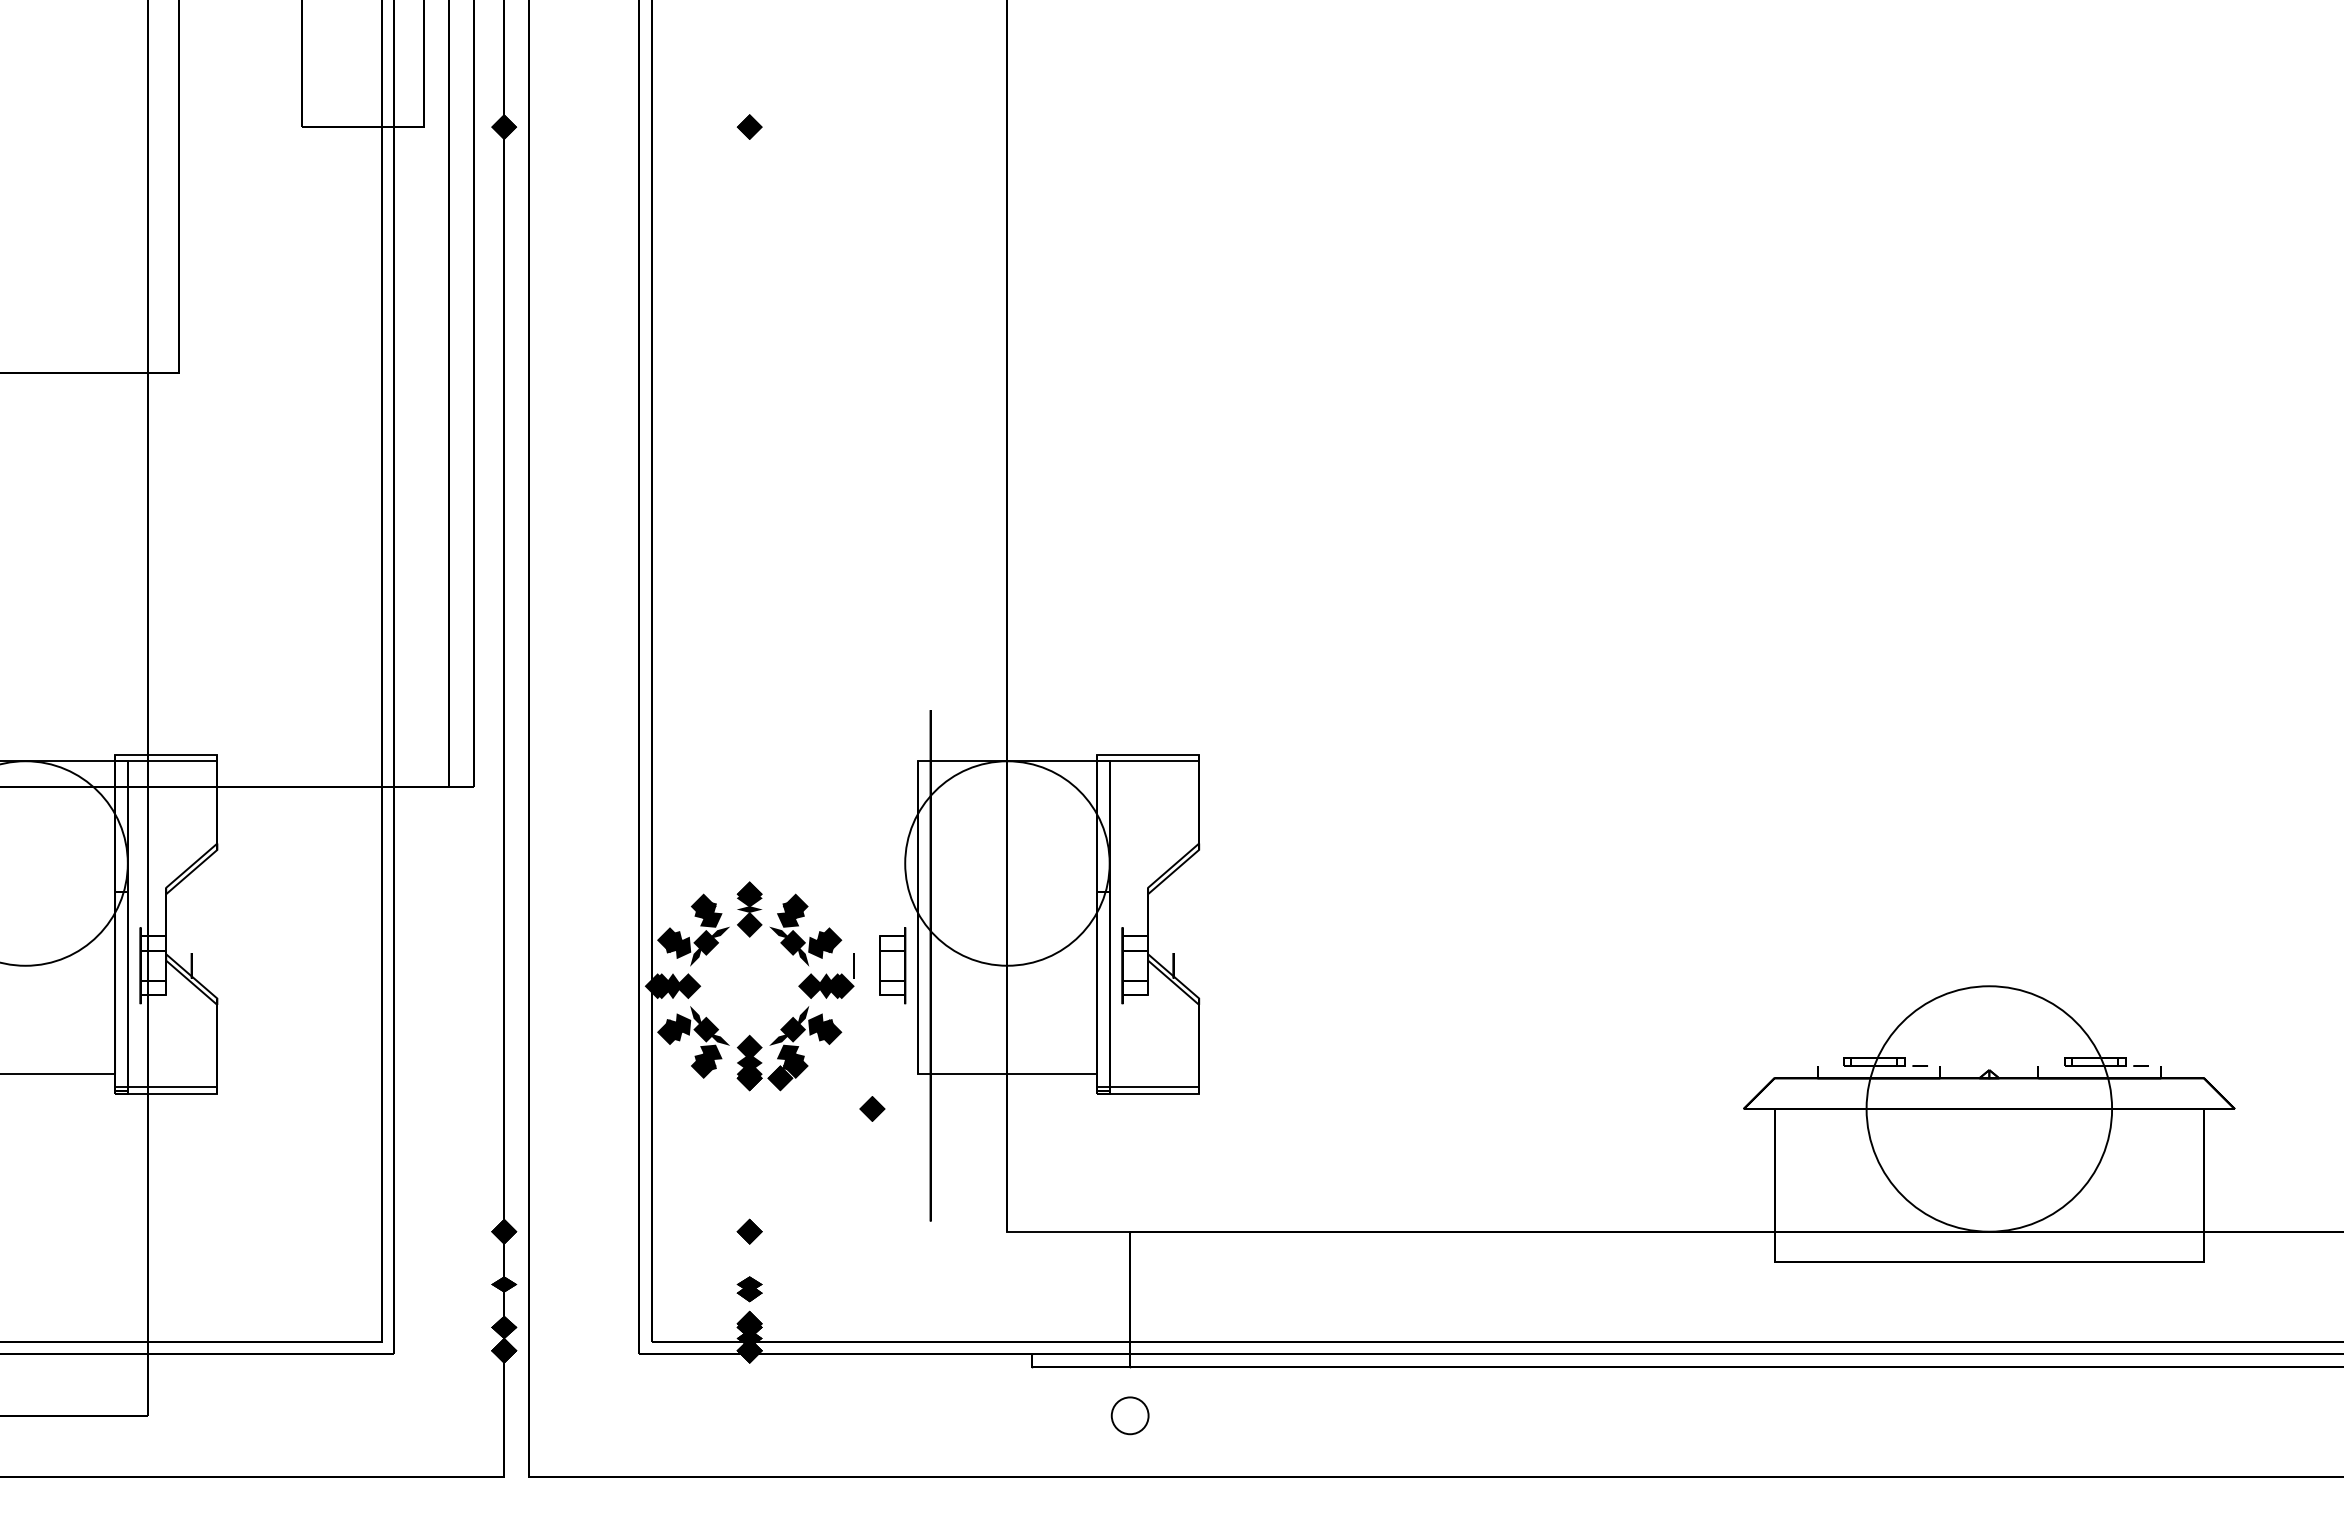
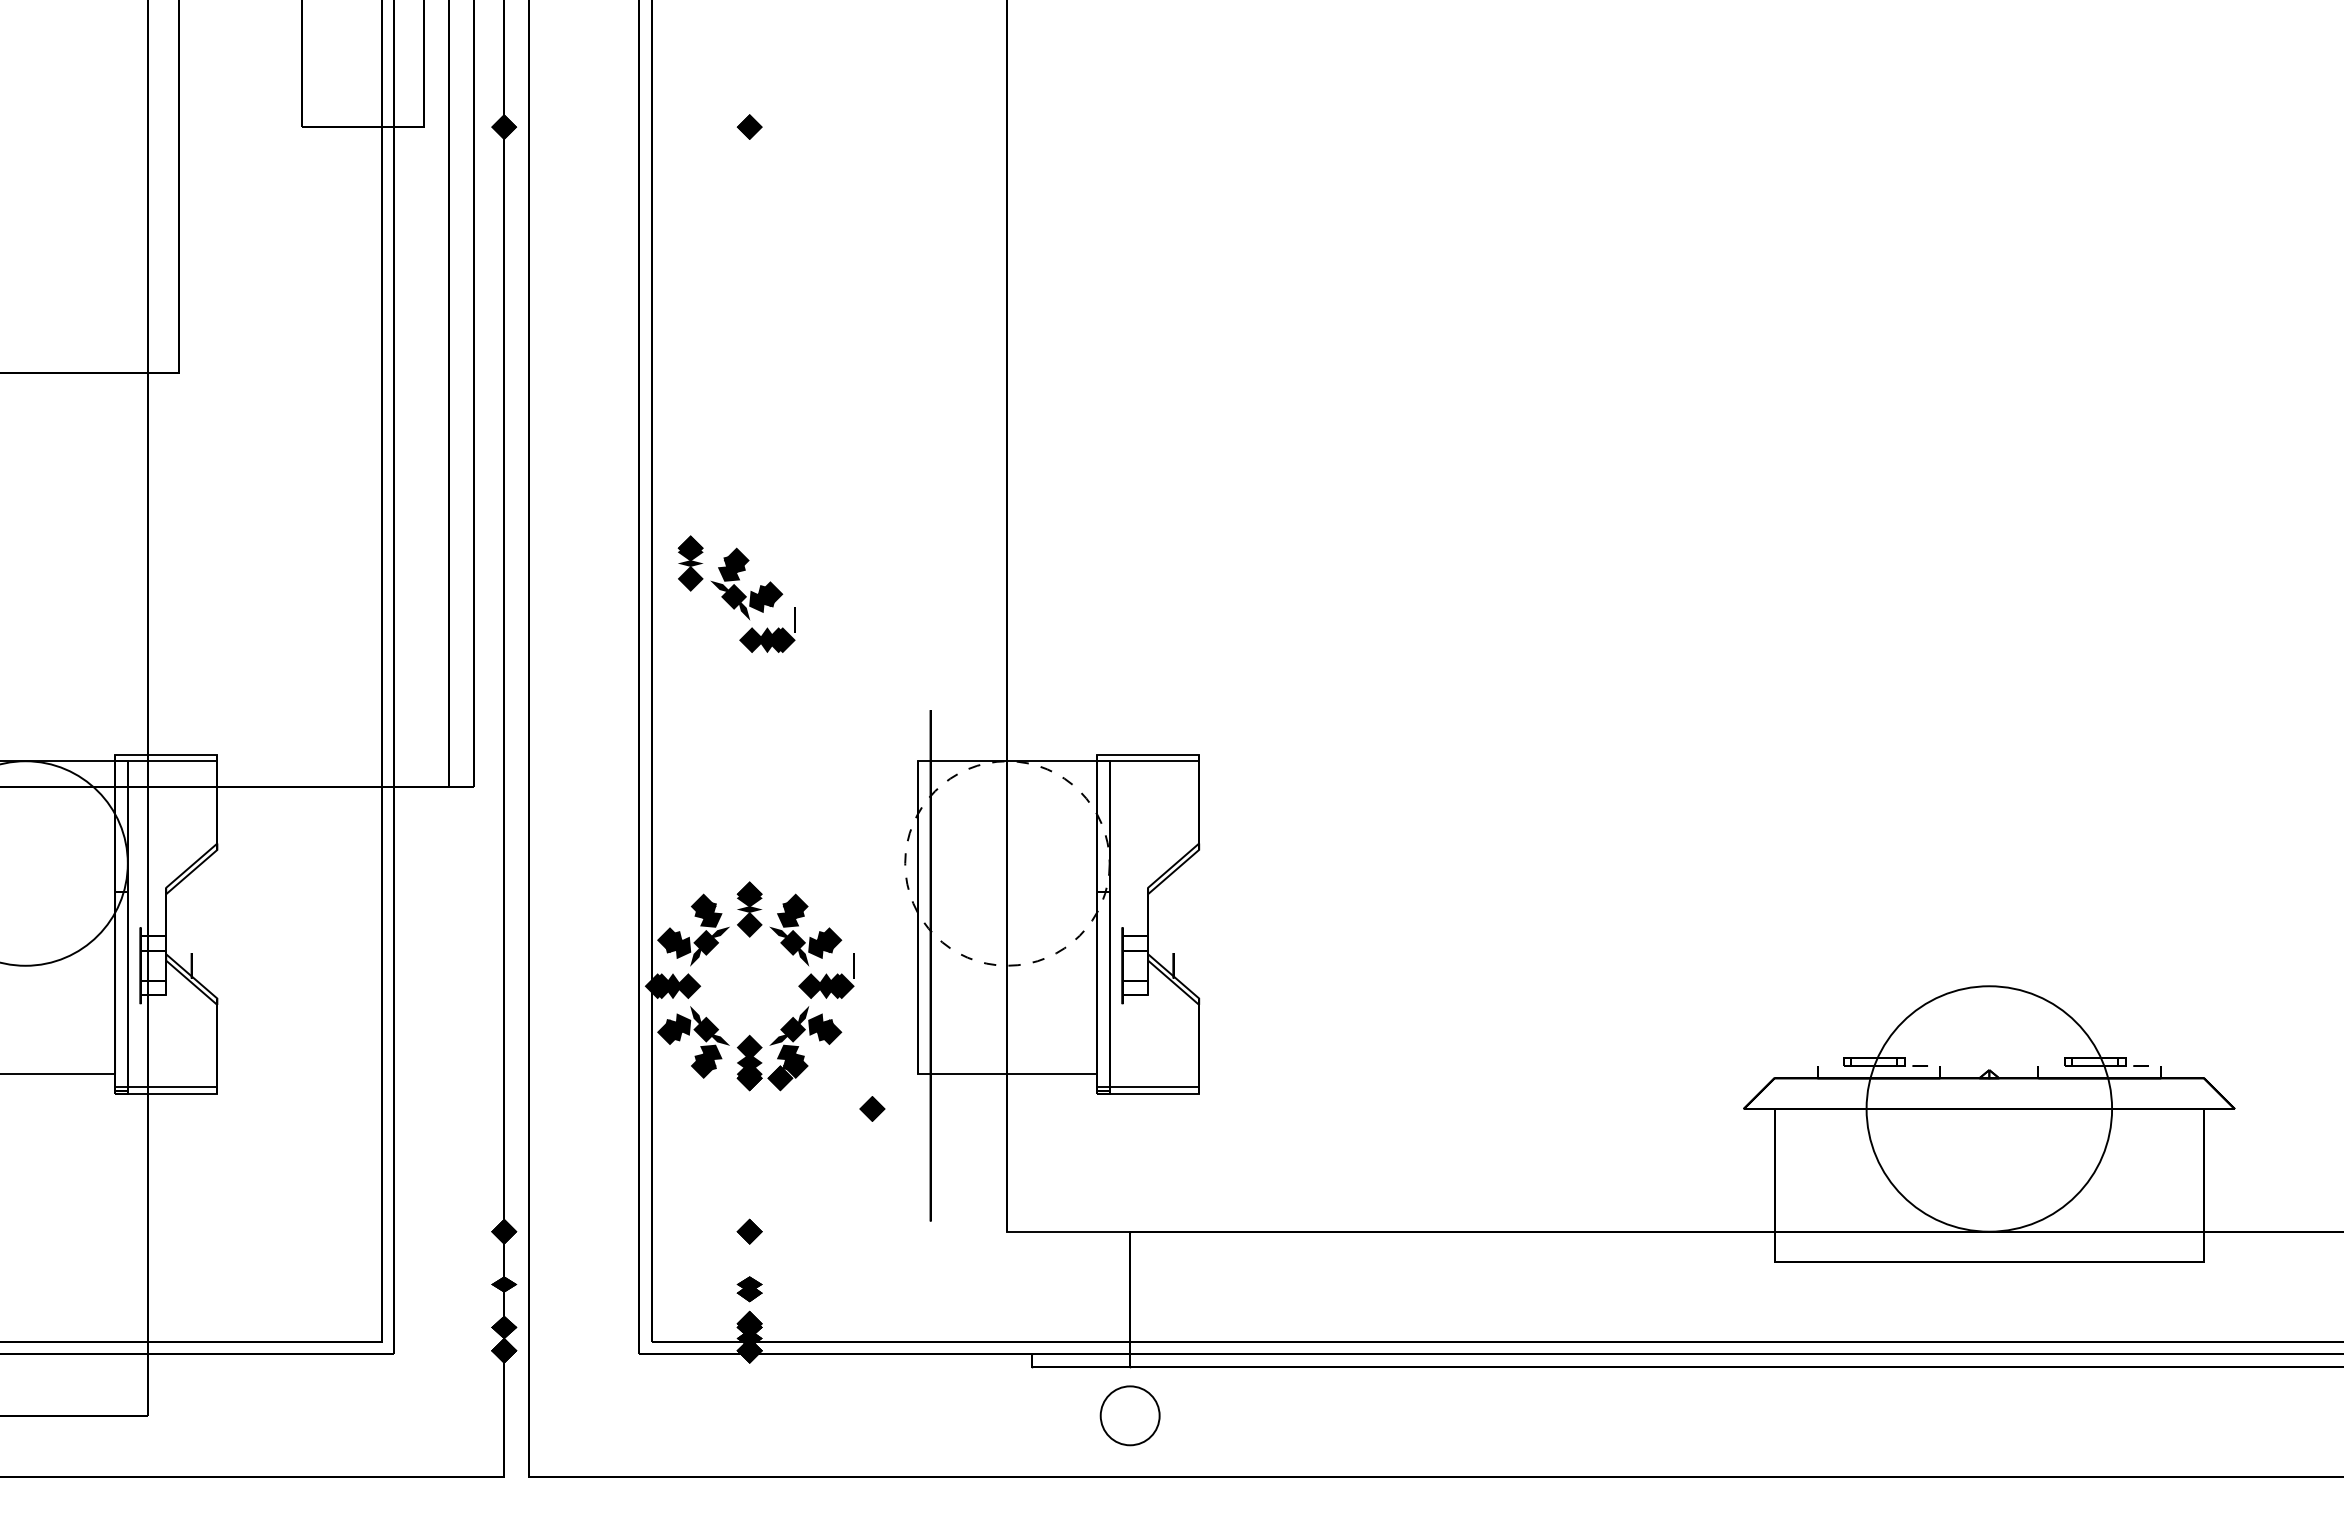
part at (736, 593): none -> present
circle at (1007, 863): solid -> dashed
part at (892, 965): present -> none
circle at (1129, 1415) diameter: 37 px -> 59 px
